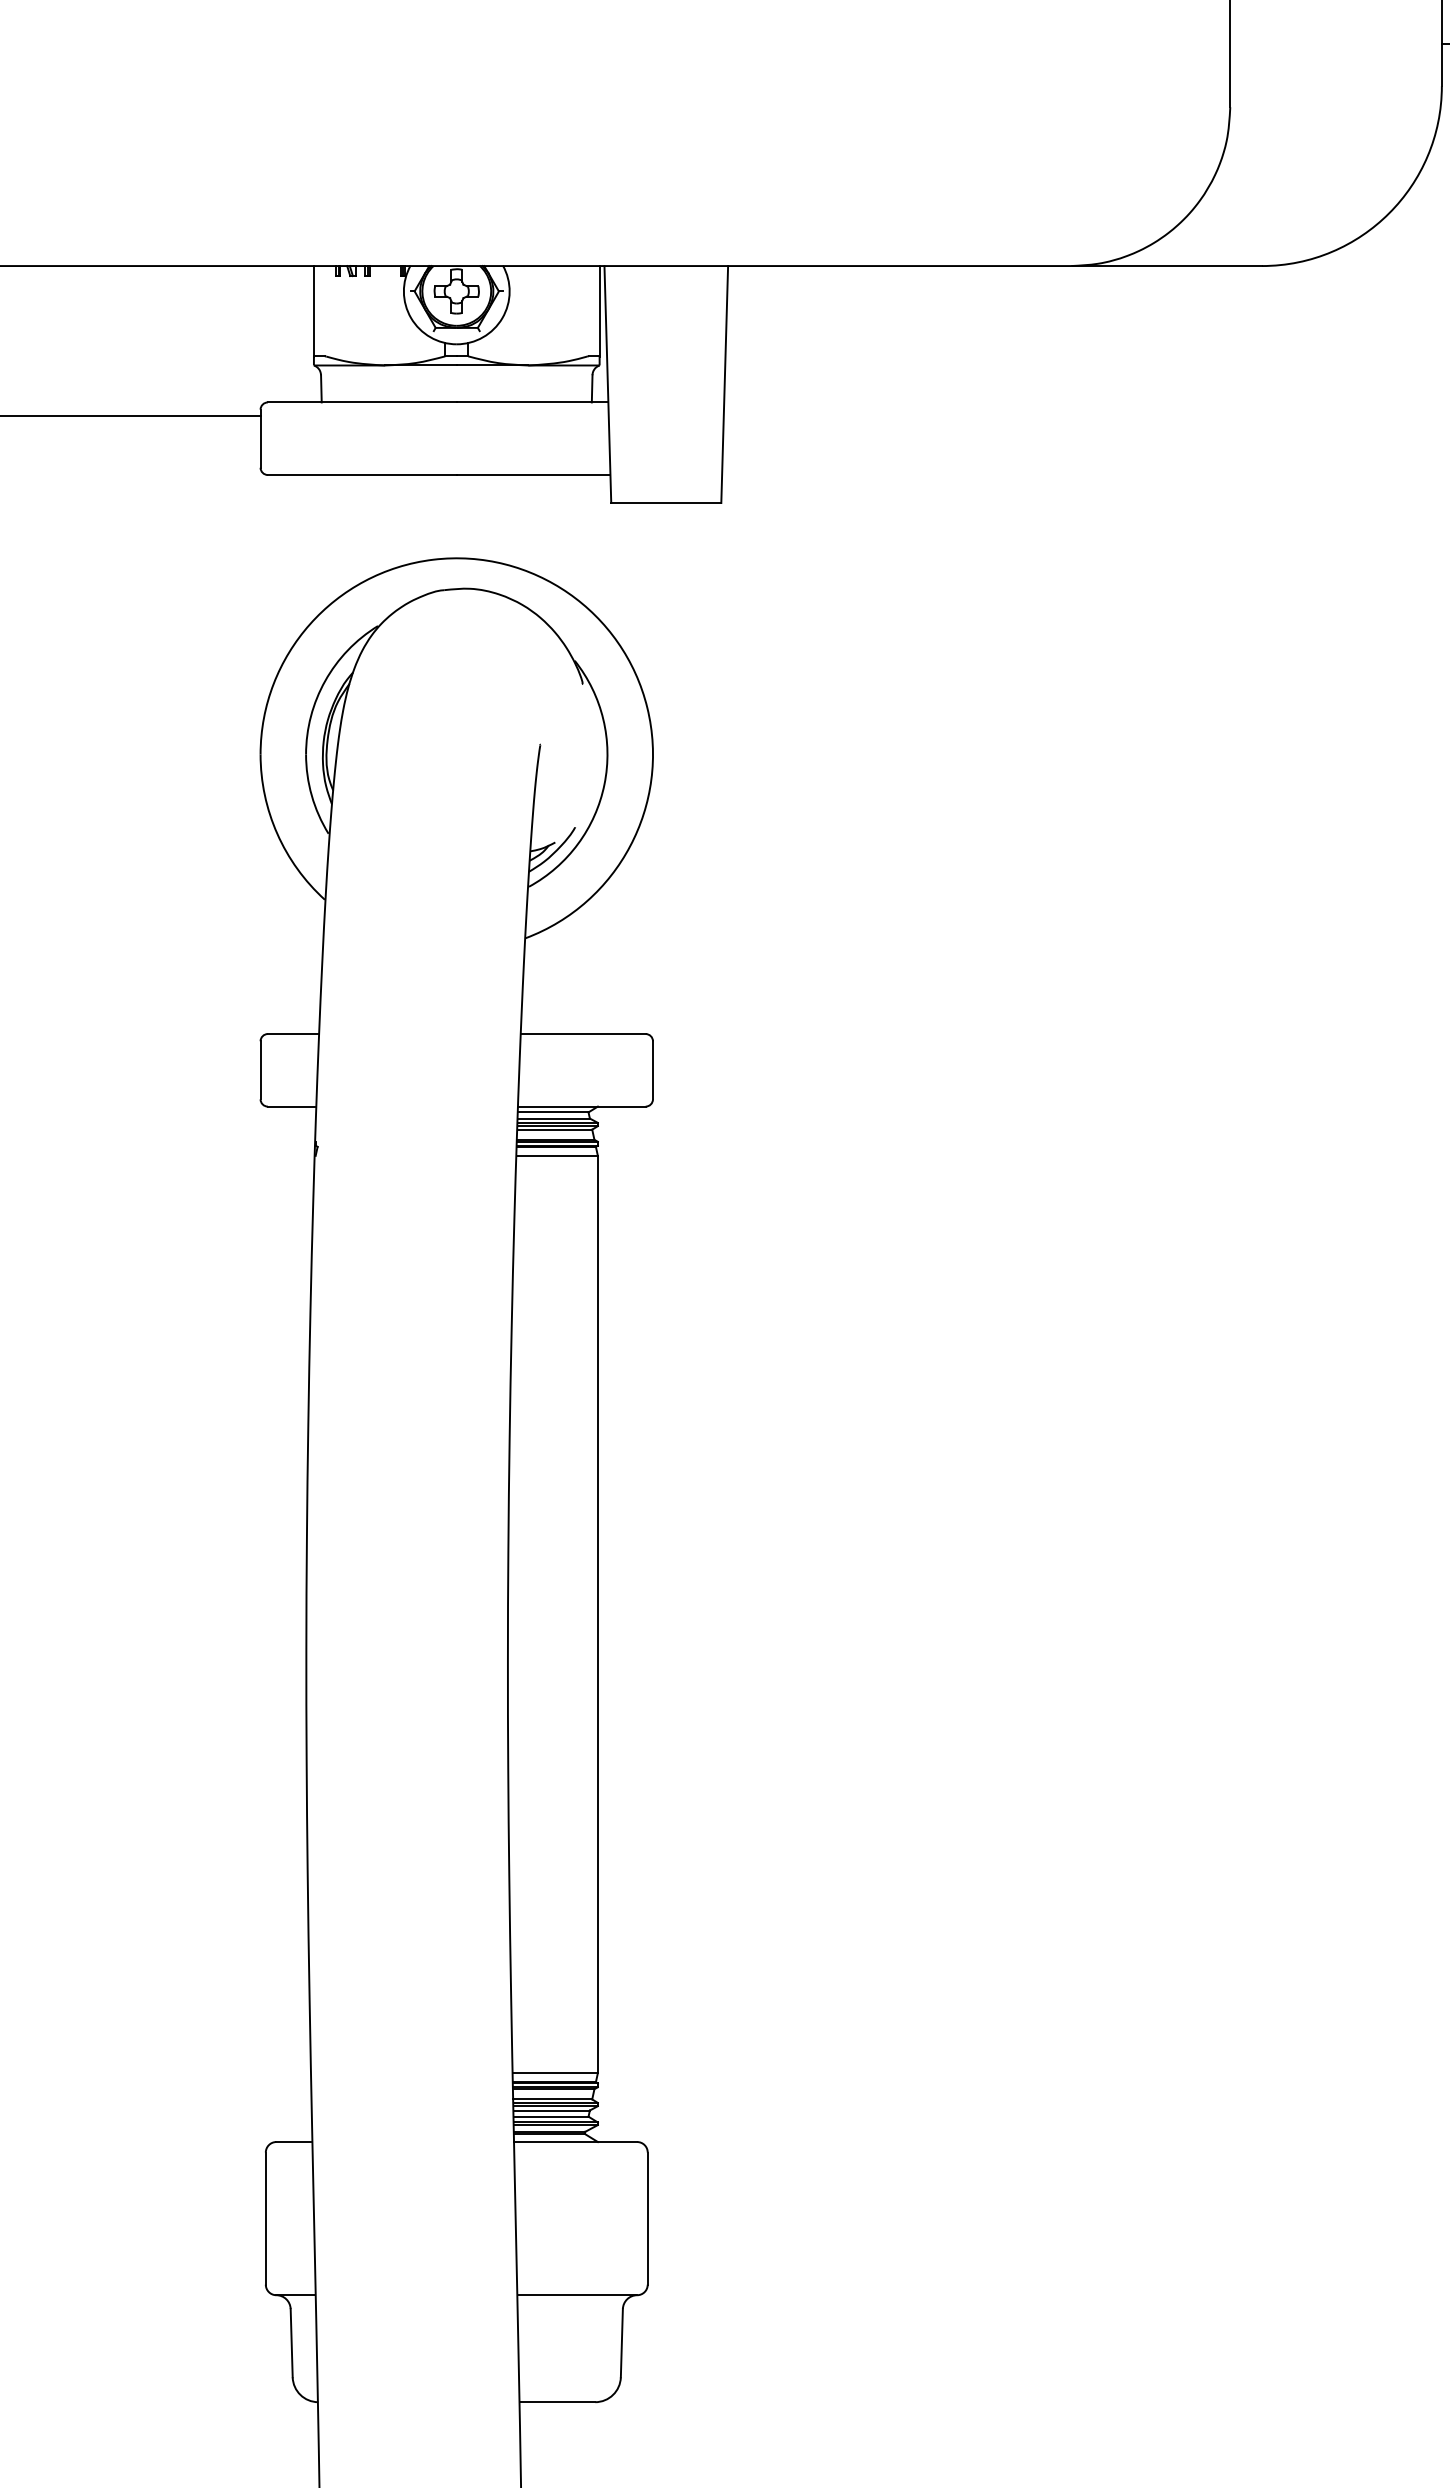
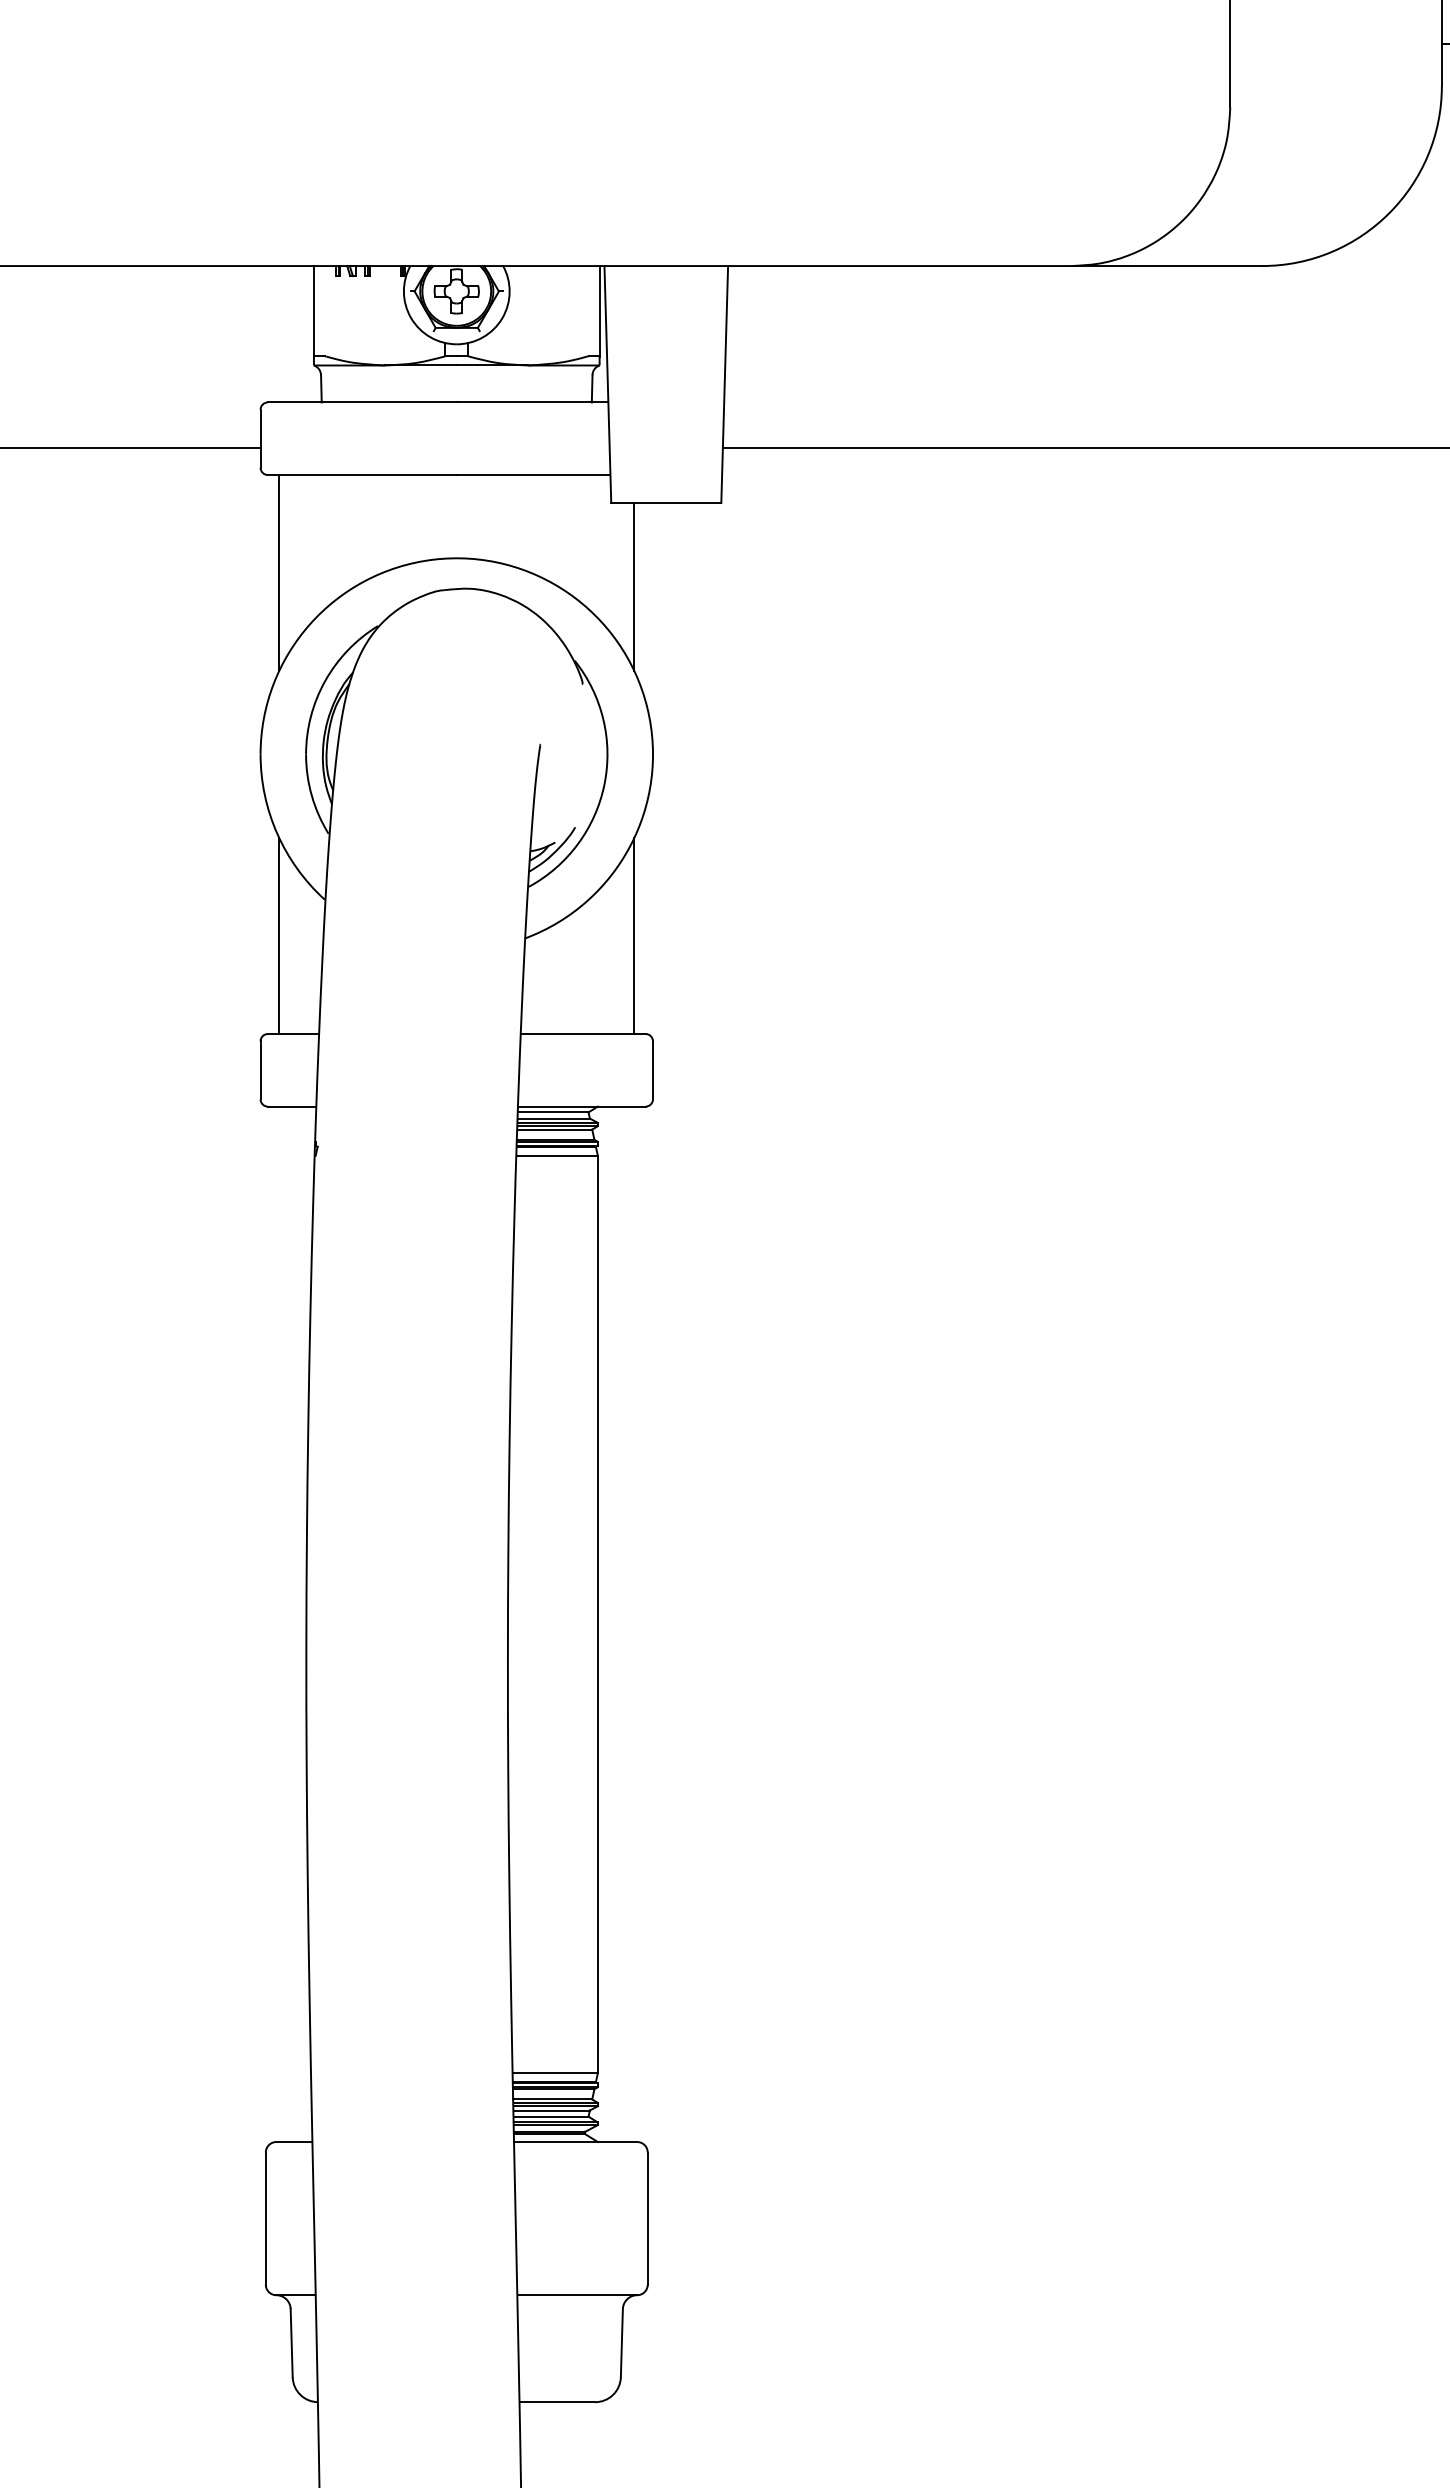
line at (131, 415) position: (131, 415) -> (131, 447)
line at (1084, 447): none -> present
line at (279, 572): none -> present
line at (634, 586): none -> present
line at (279, 936): none -> present
line at (634, 936): none -> present
